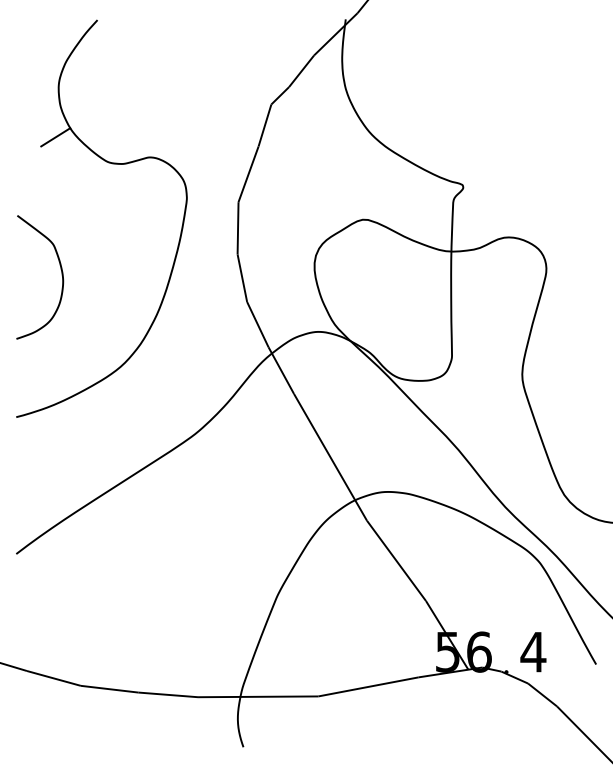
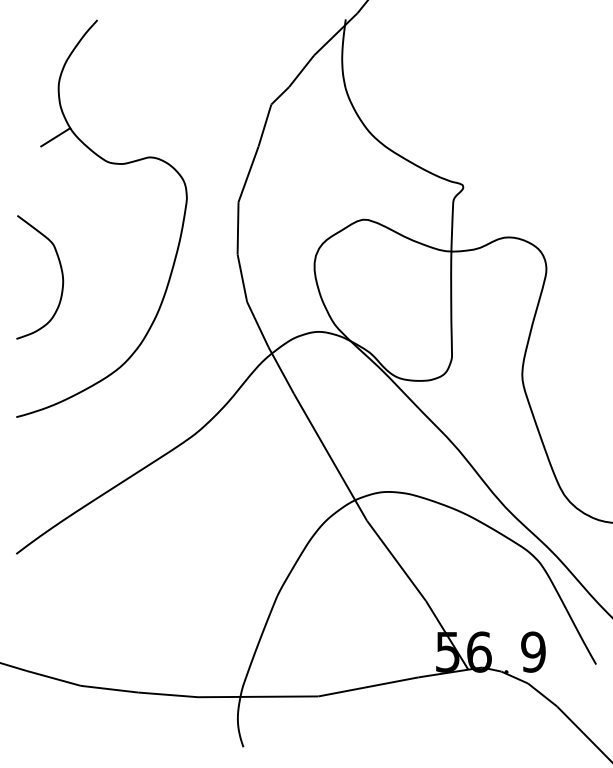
text at (533, 651): 4 -> 9
